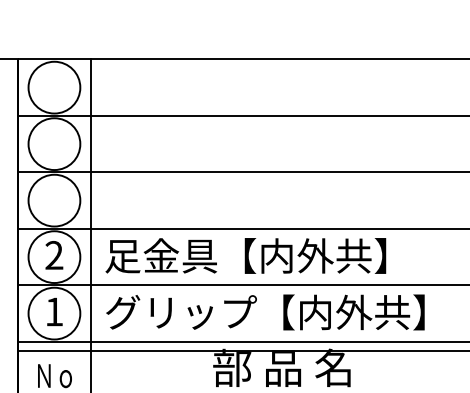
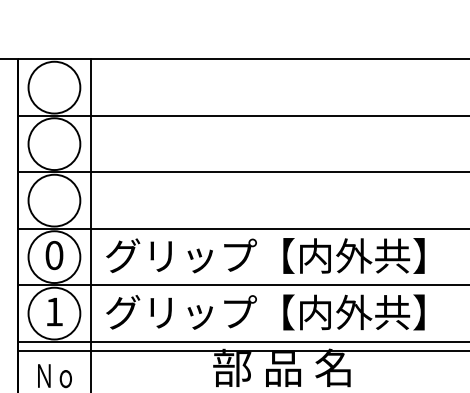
text at (54, 255): 2 -> 0
text at (264, 255): 足金具【内外共】 -> グリップ【内外共】
